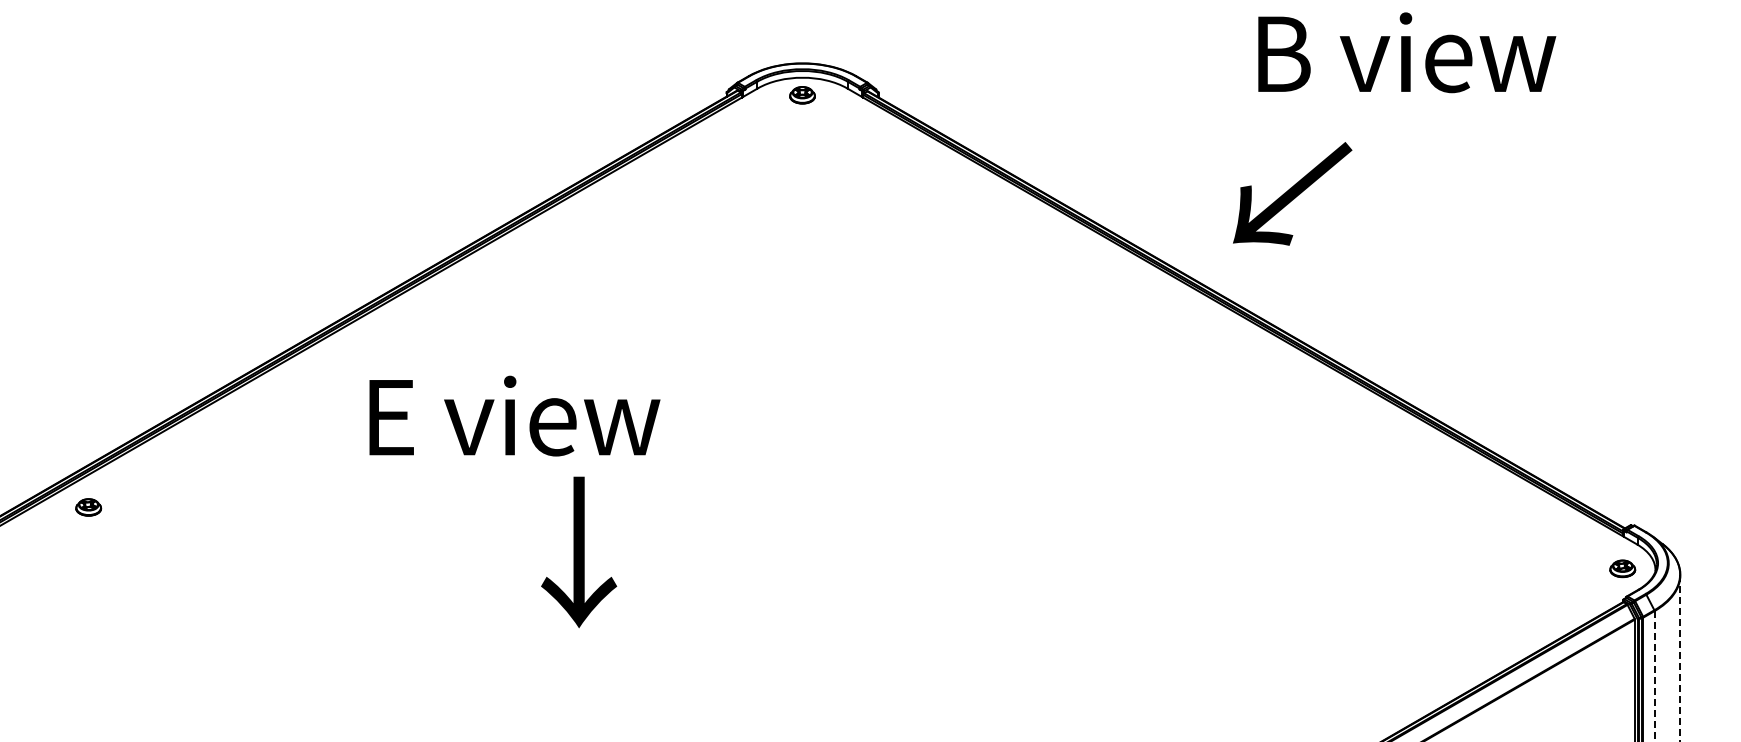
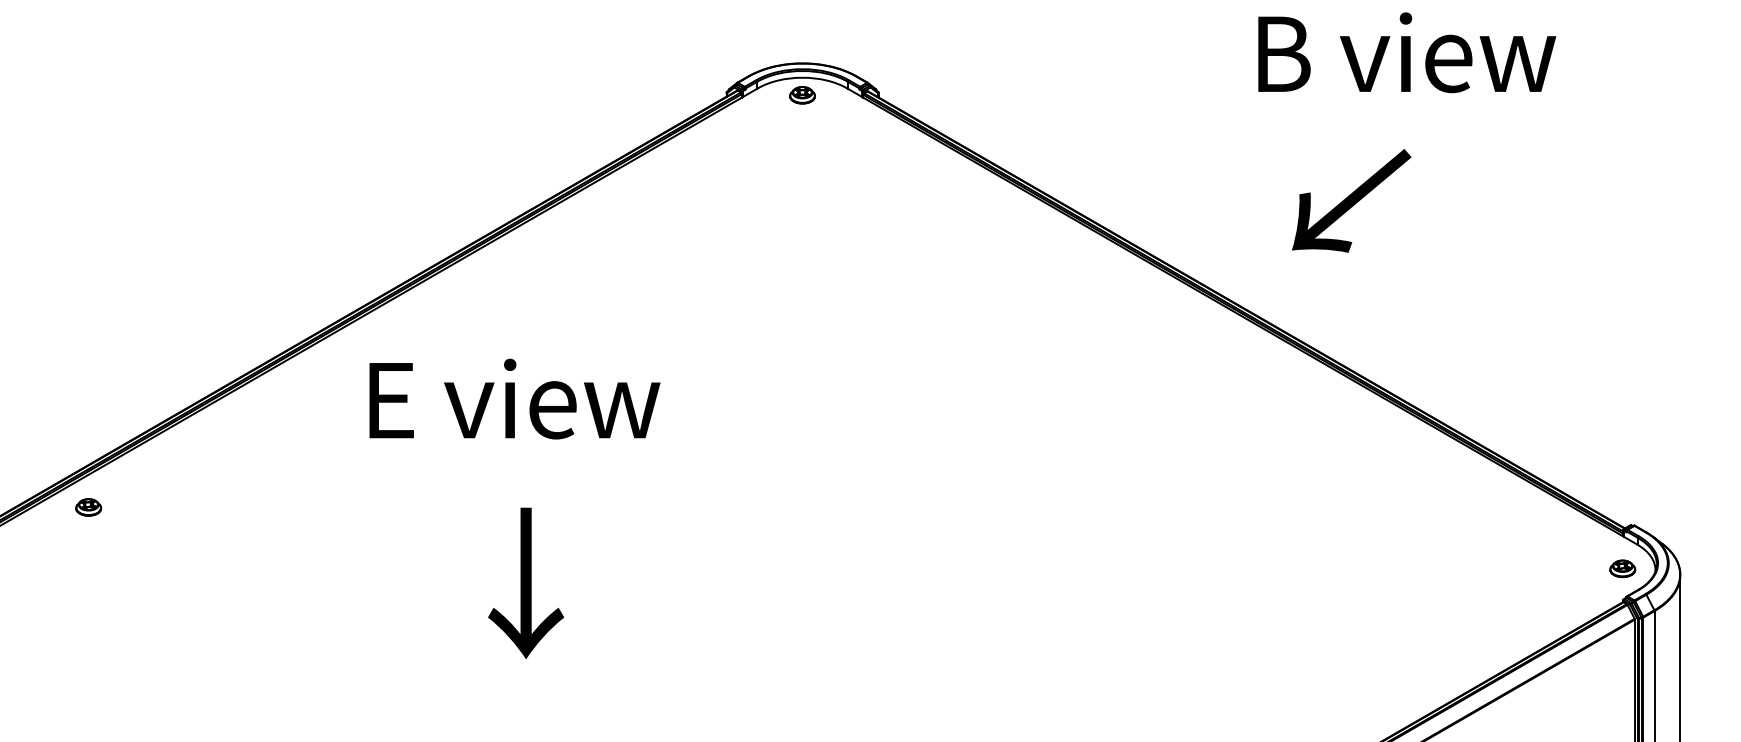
text at (1292, 193) position: (1292, 193) -> (1351, 200)
text at (514, 415) position: (514, 415) -> (514, 398)
text at (579, 552) position: (579, 552) -> (526, 583)
line at (1680, 659): dashed -> solid
line at (1654, 676): dashed -> solid
